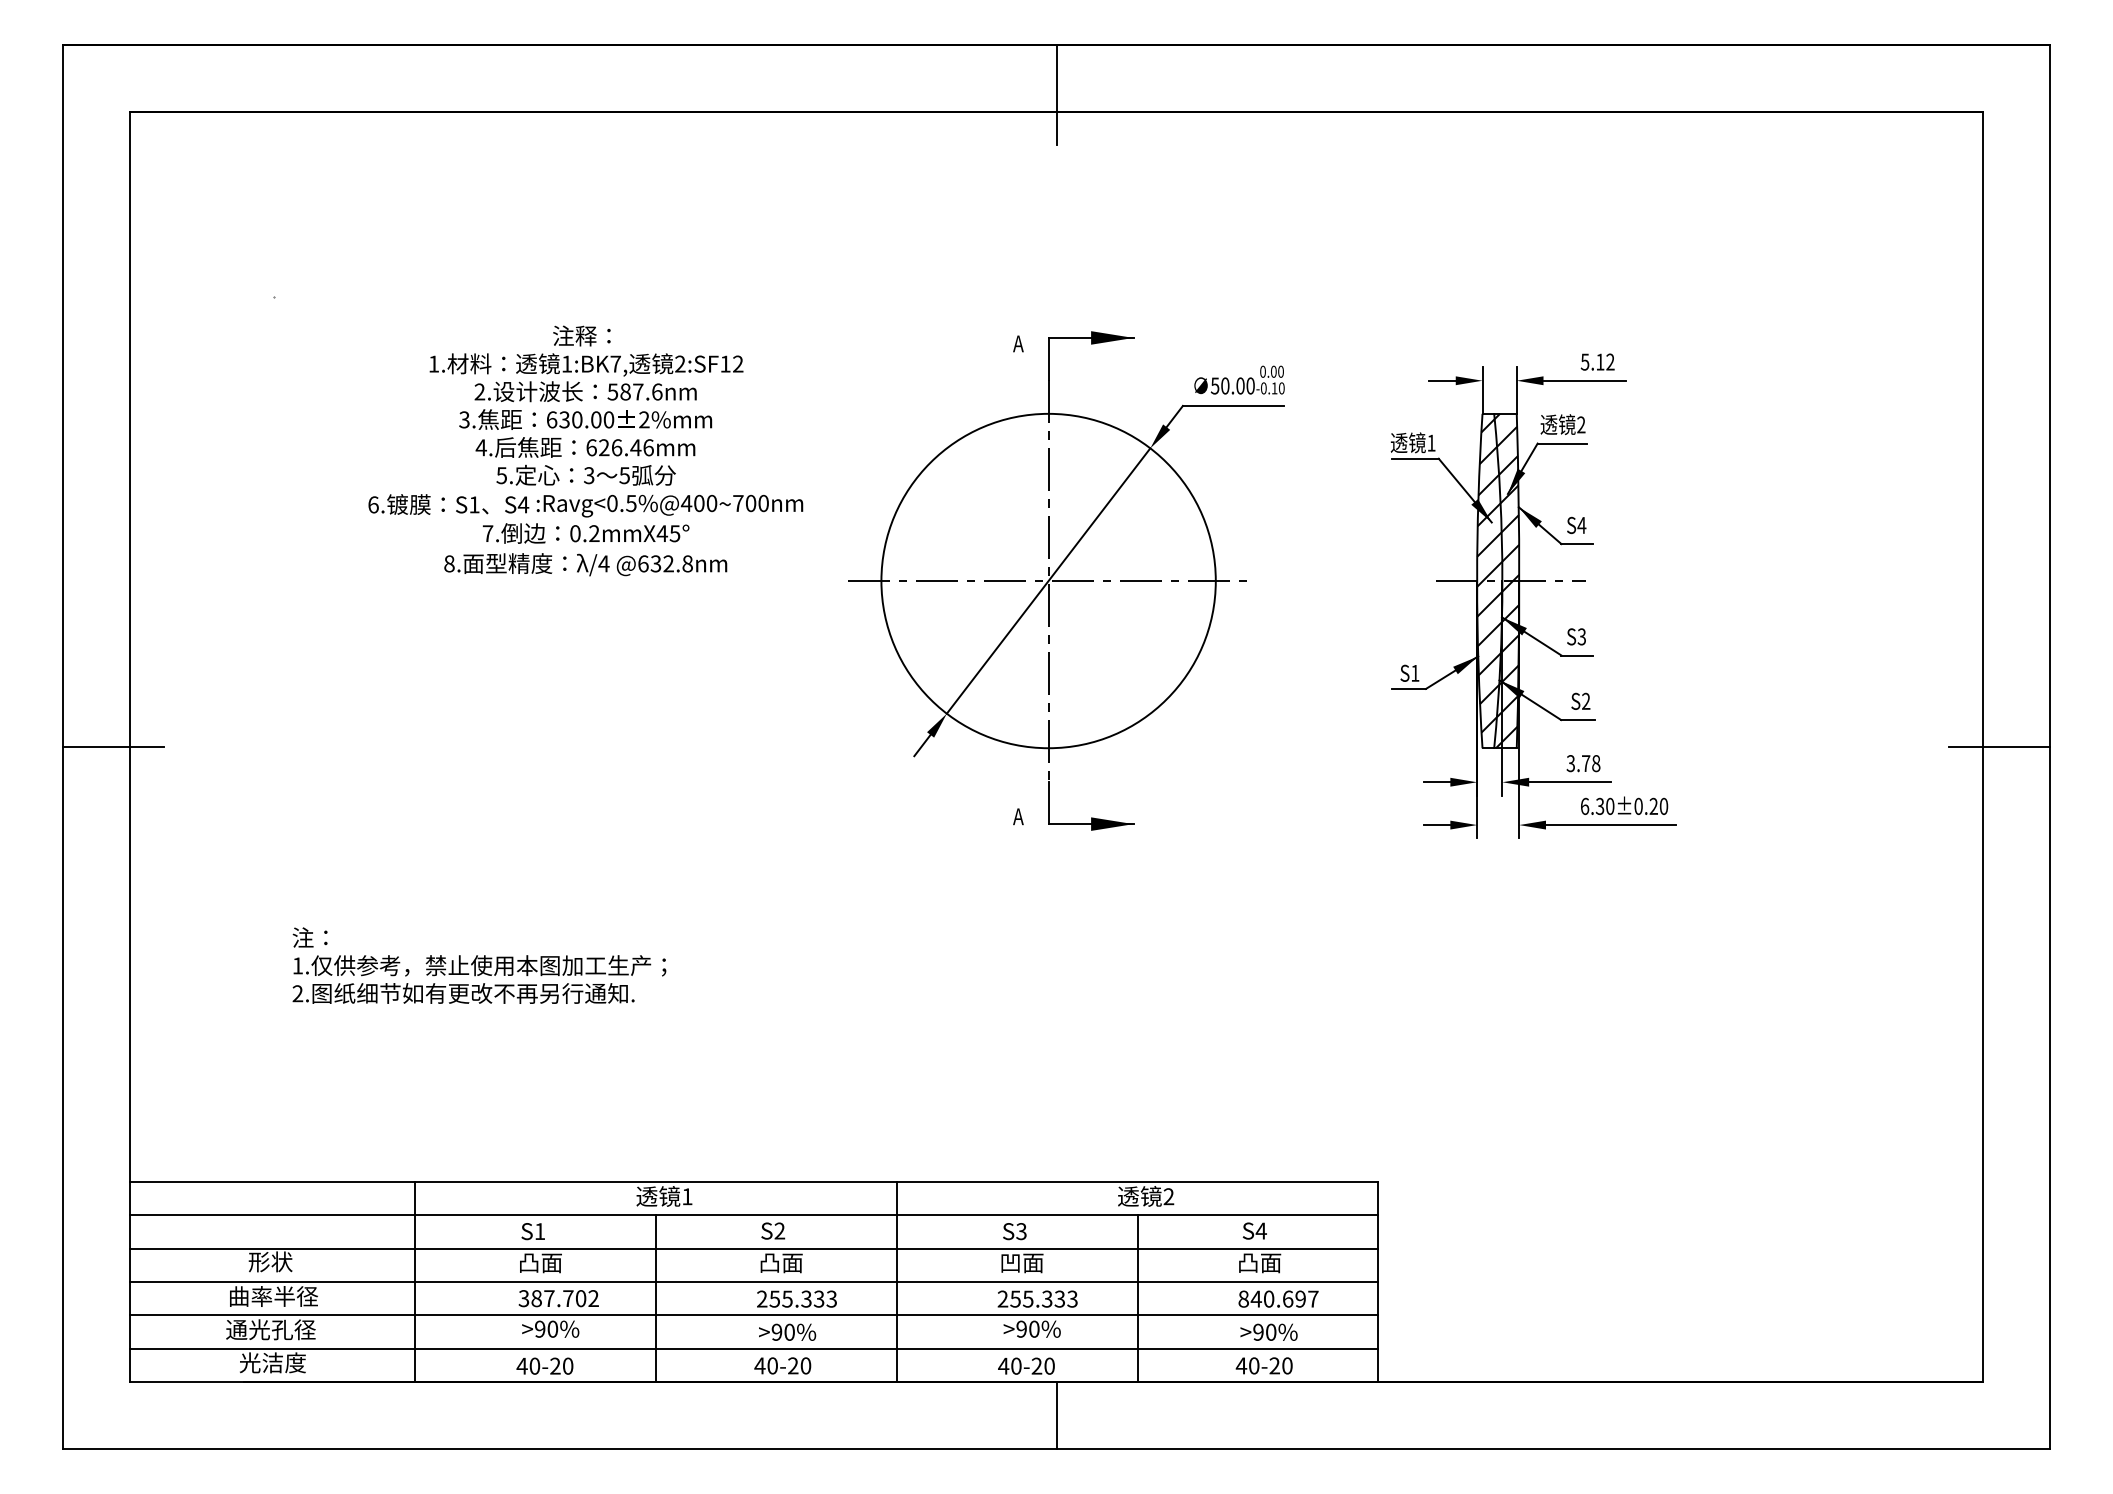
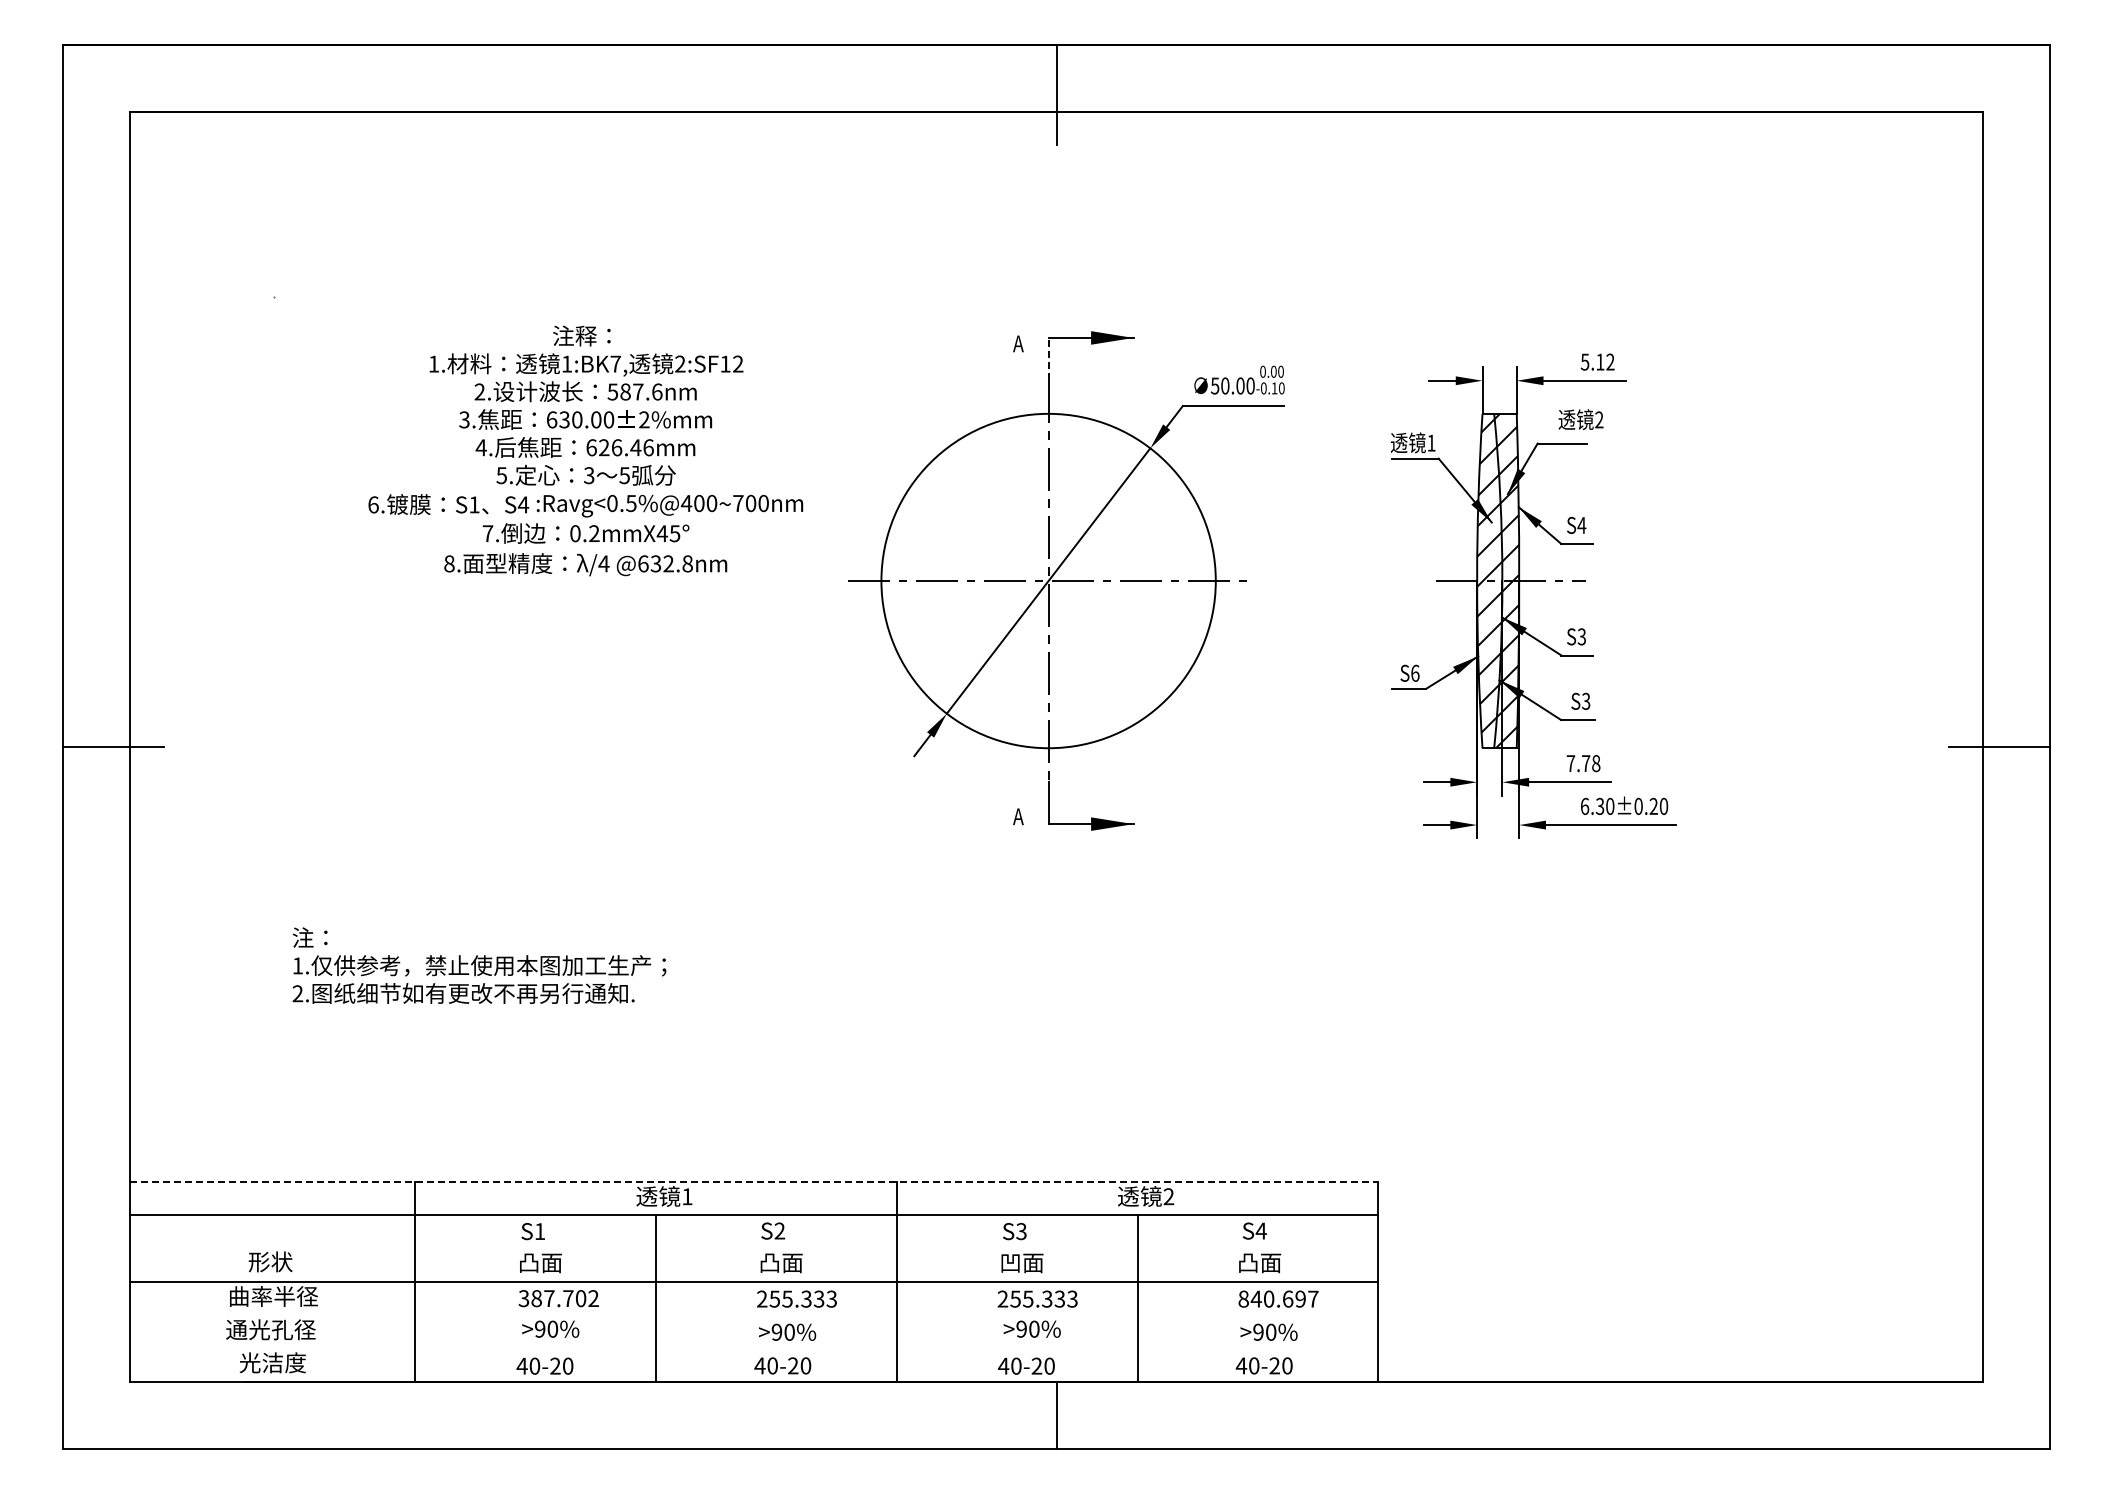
line at (1048, 358): solid -> dashed
text at (1562, 424) position: (1562, 424) -> (1580, 419)
text at (1415, 672): S1 -> S6
text at (1586, 701): S2 -> S3
text at (1570, 763): 3.78 -> 7.78
line at (754, 1181): solid -> dashed
line at (754, 1248): present -> none
line at (754, 1315): present -> none
line at (754, 1348): present -> none
